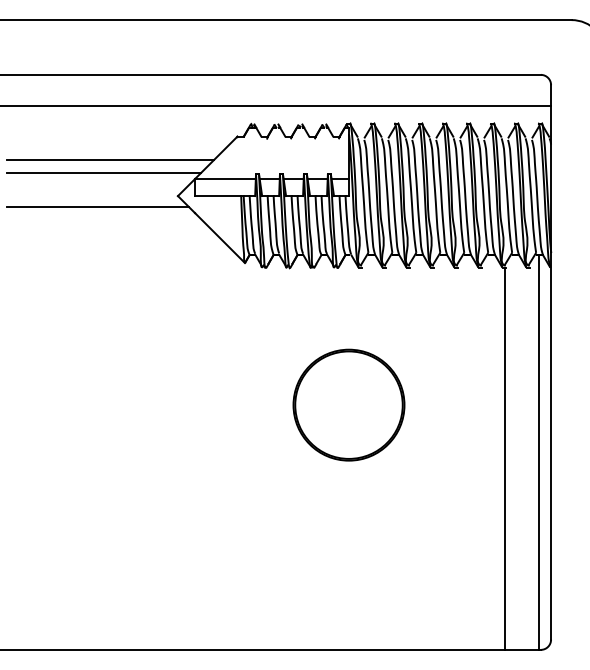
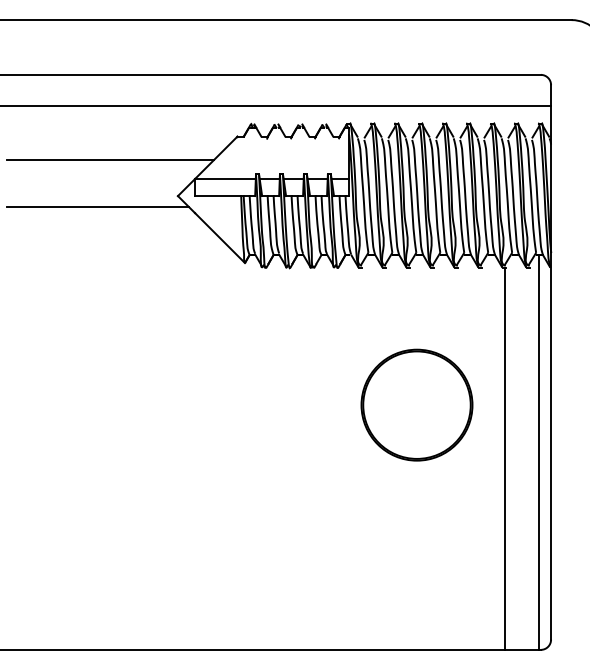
line at (103, 172): present -> none
part at (348, 404) position: (348, 404) -> (416, 404)
